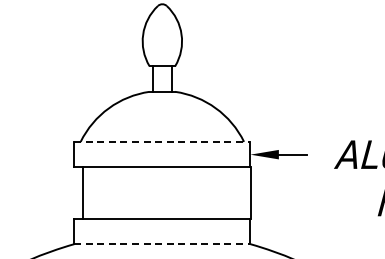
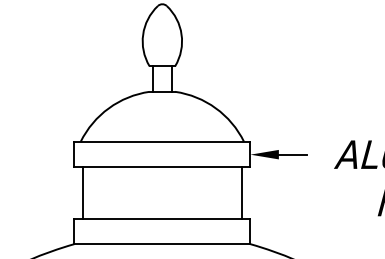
line at (162, 141): dashed -> solid
line at (250, 192) position: (250, 192) -> (241, 192)
line at (162, 244): dashed -> solid
